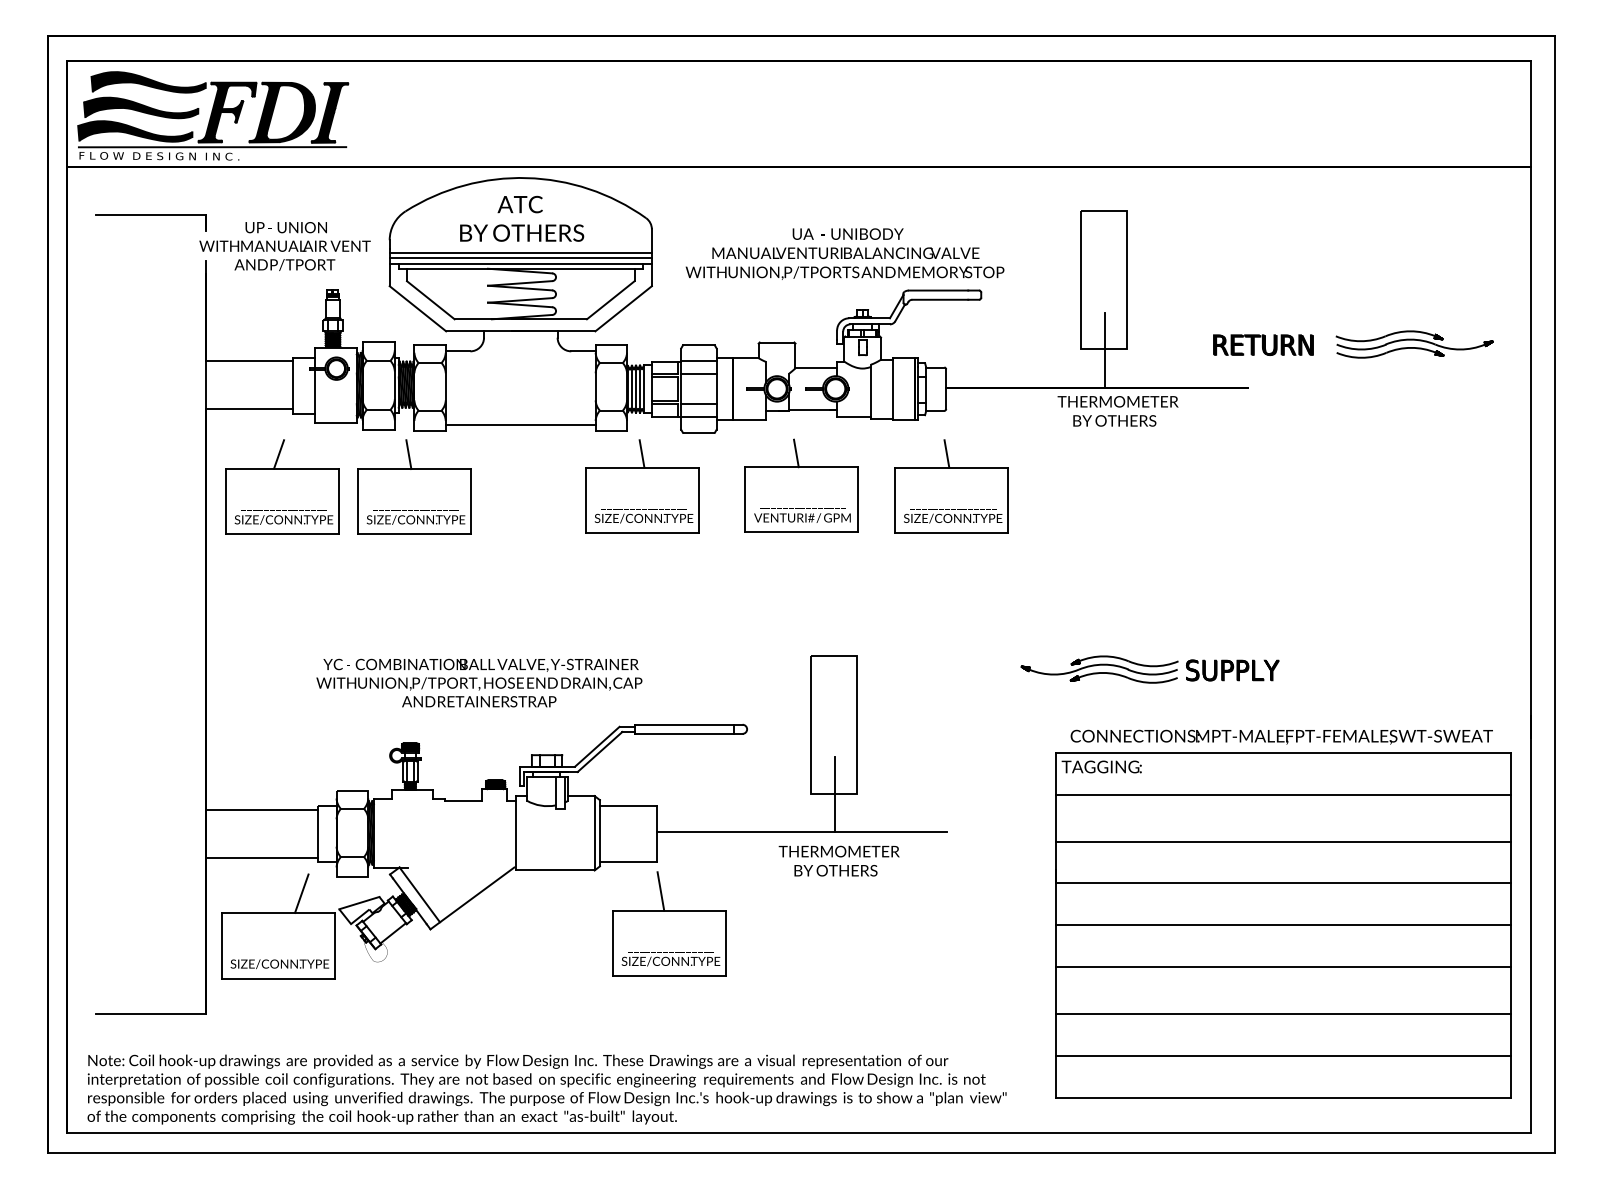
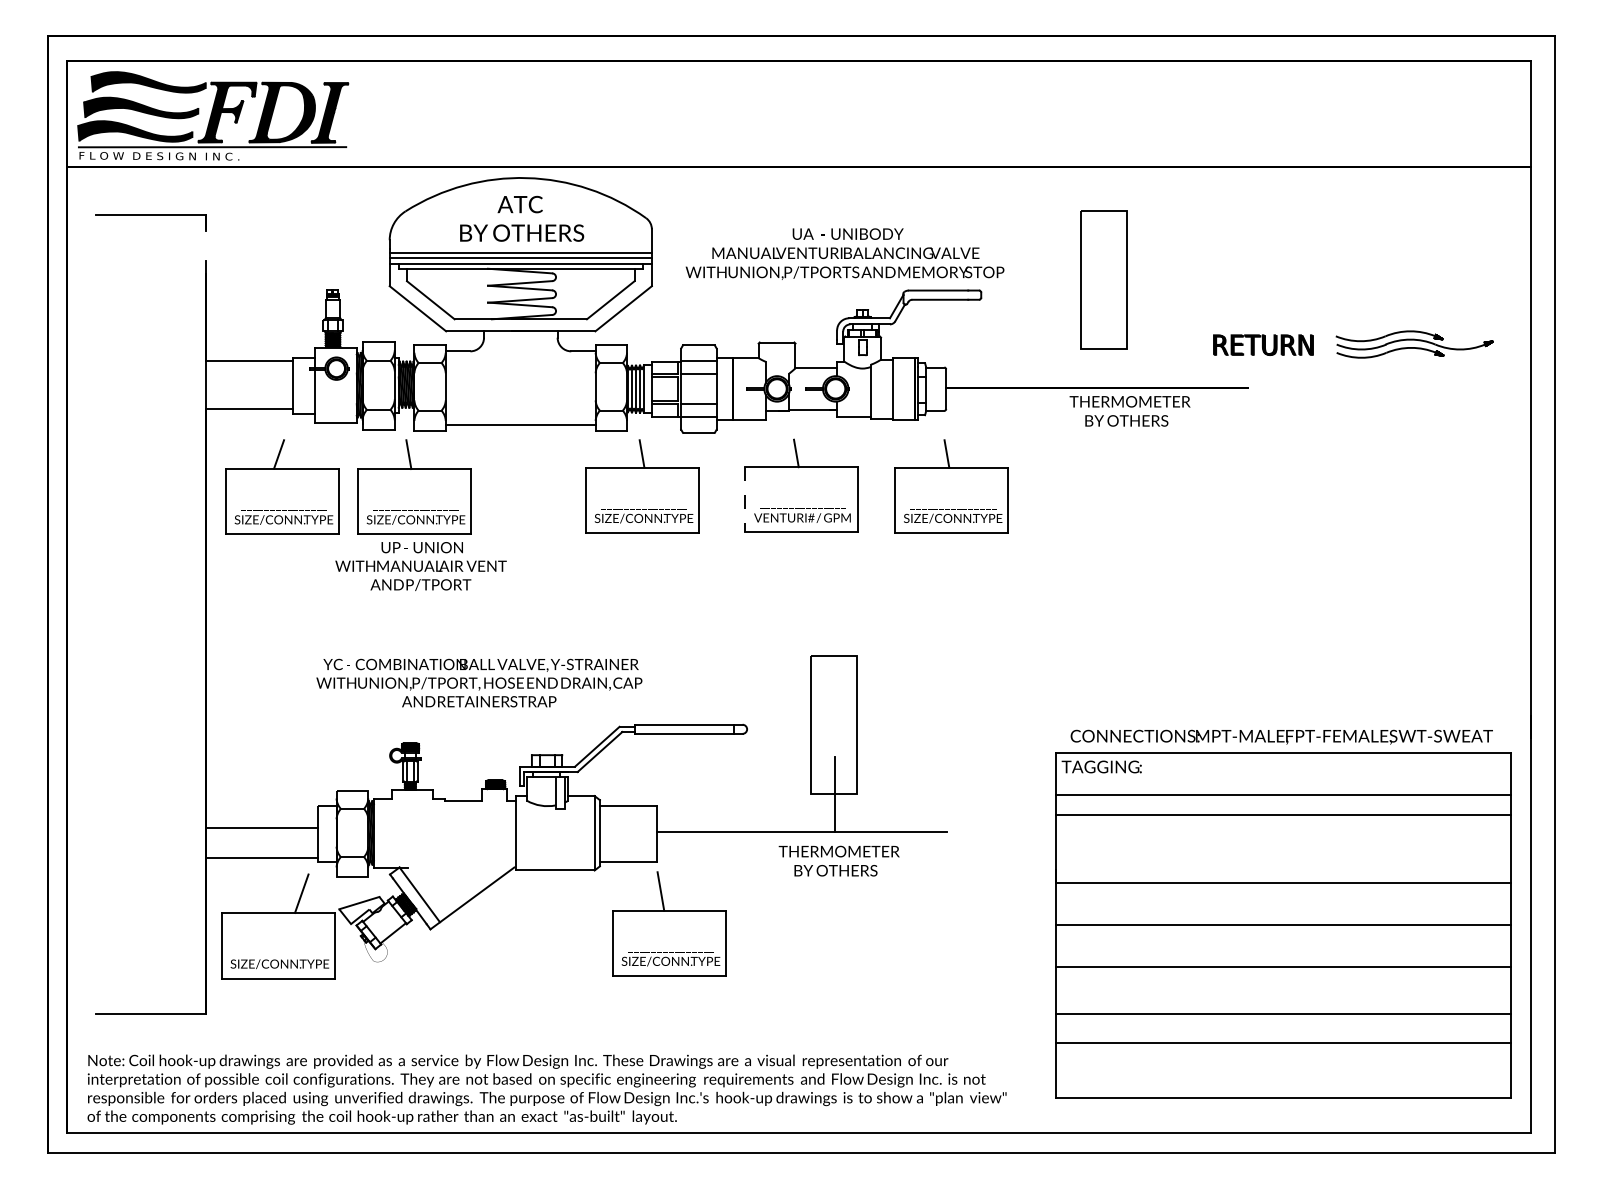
text at (284, 246) position: (284, 246) -> (420, 566)
line at (1104, 349): present -> none
text at (1117, 411) position: (1117, 411) -> (1129, 411)
line at (744, 499): solid -> dashed
part at (1149, 669): present -> none
line at (261, 809) position: (261, 809) -> (261, 827)
line at (1282, 842) position: (1282, 842) -> (1282, 815)
line at (1282, 1055) position: (1282, 1055) -> (1282, 1042)
